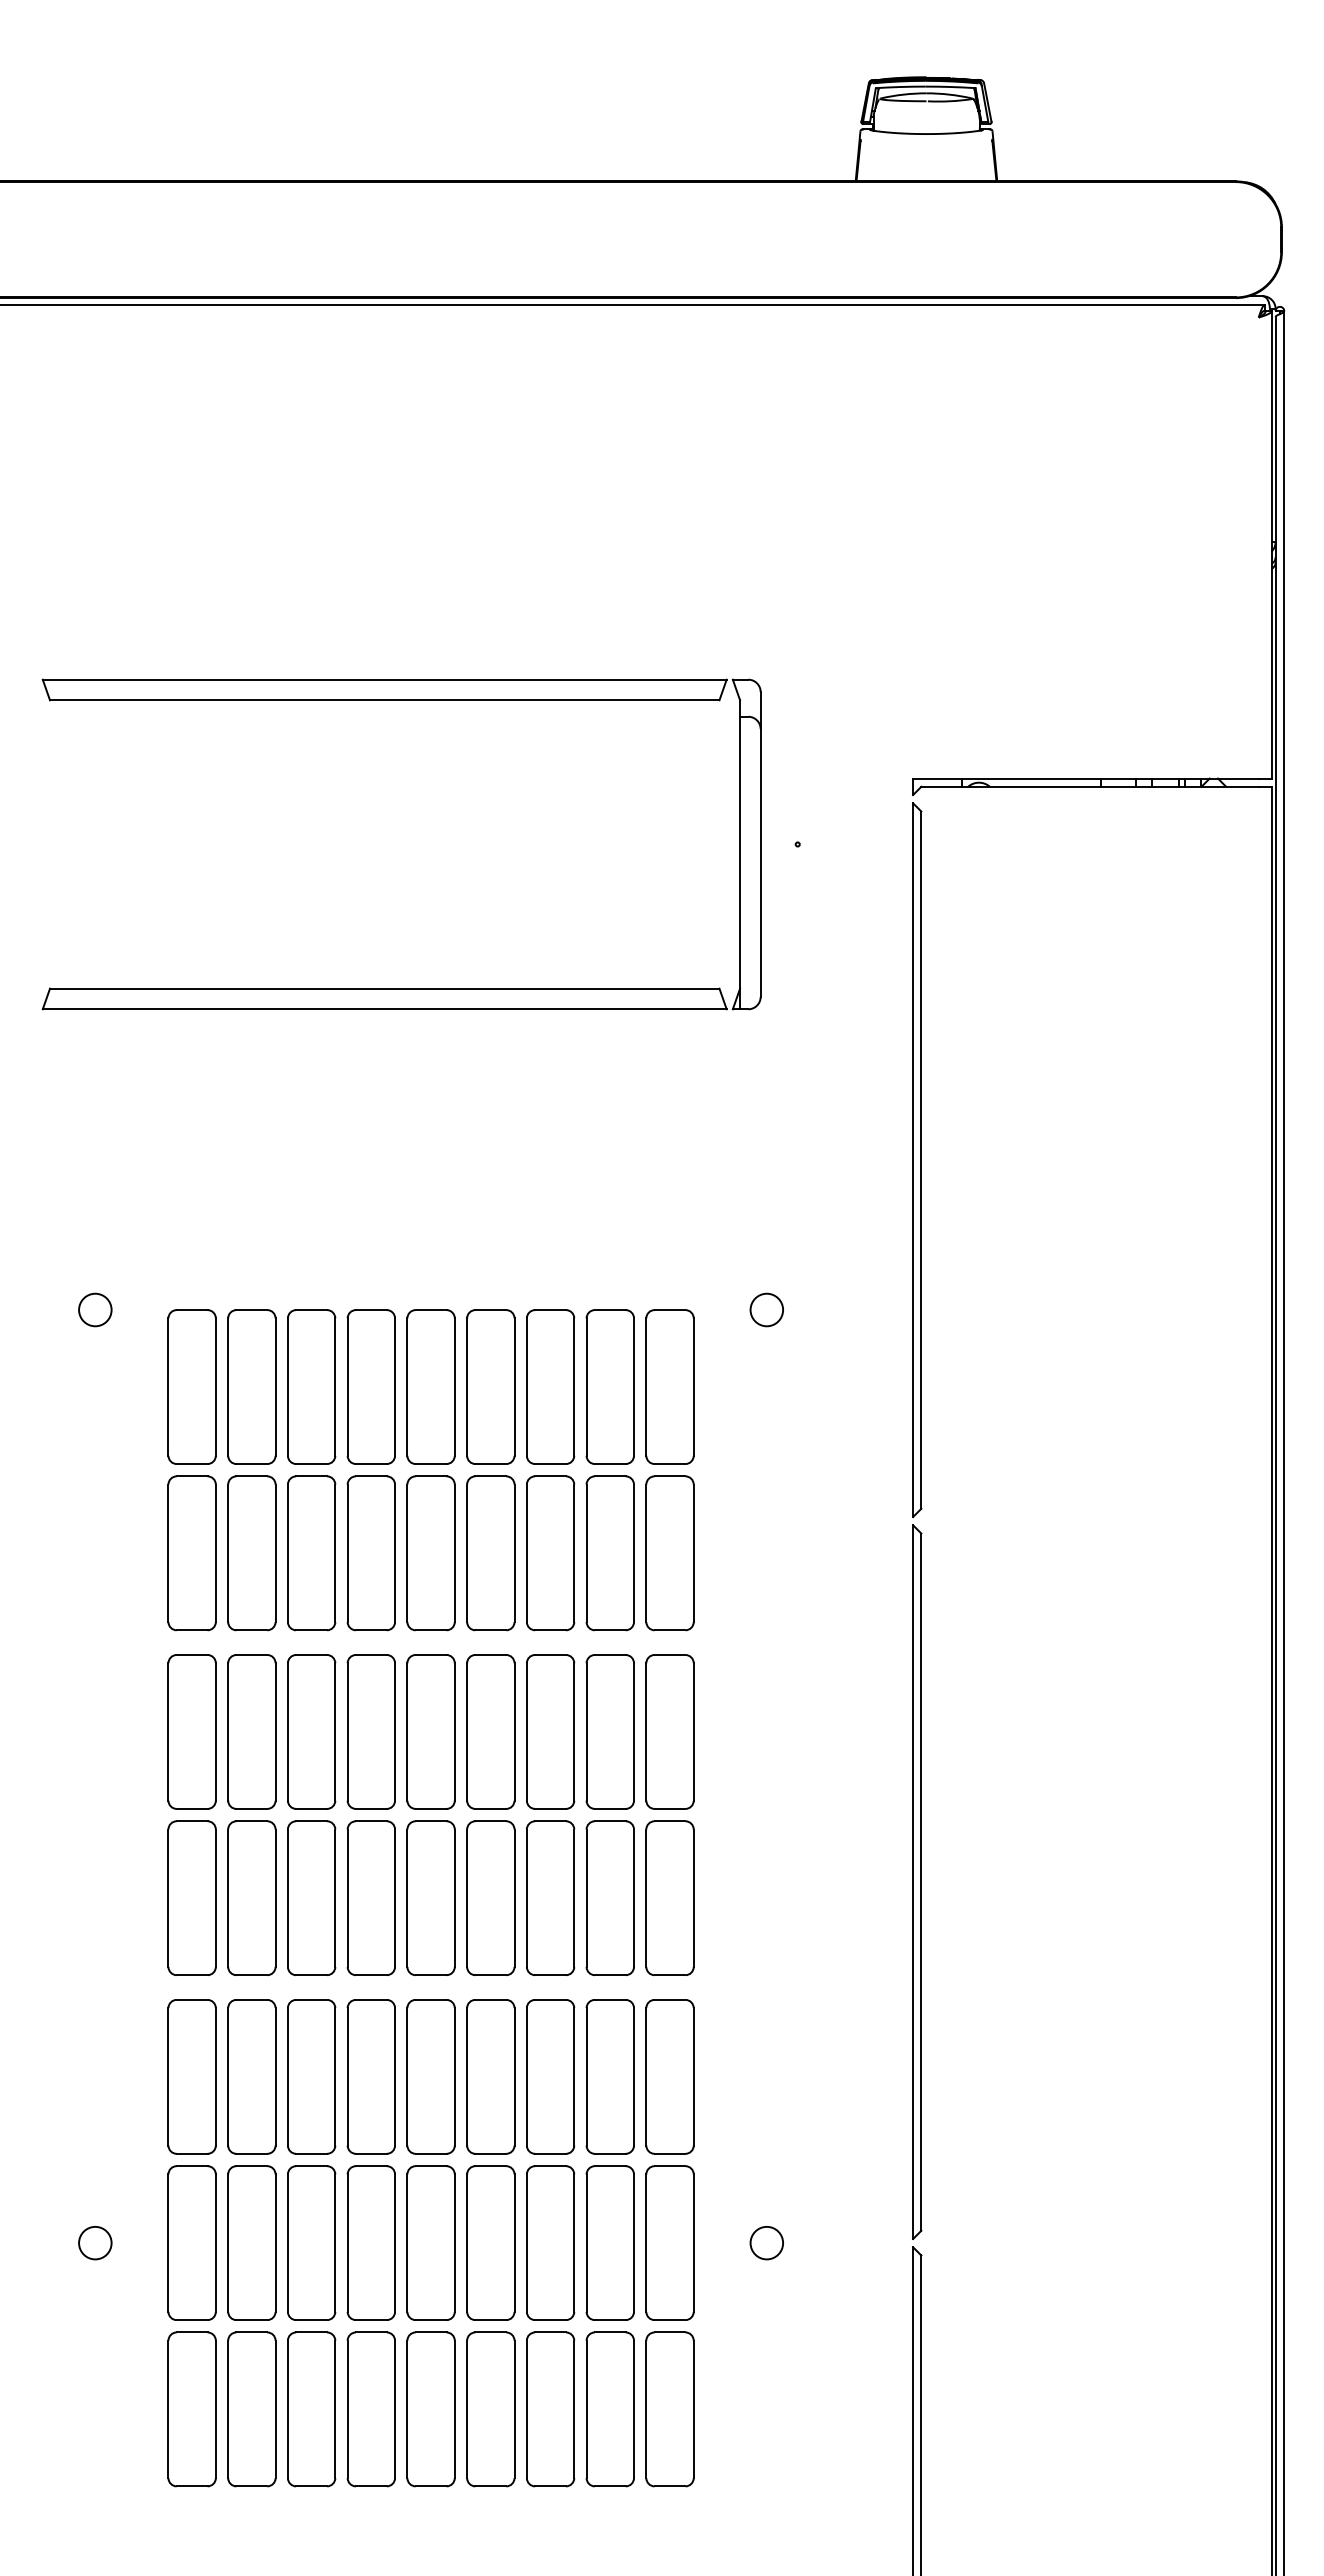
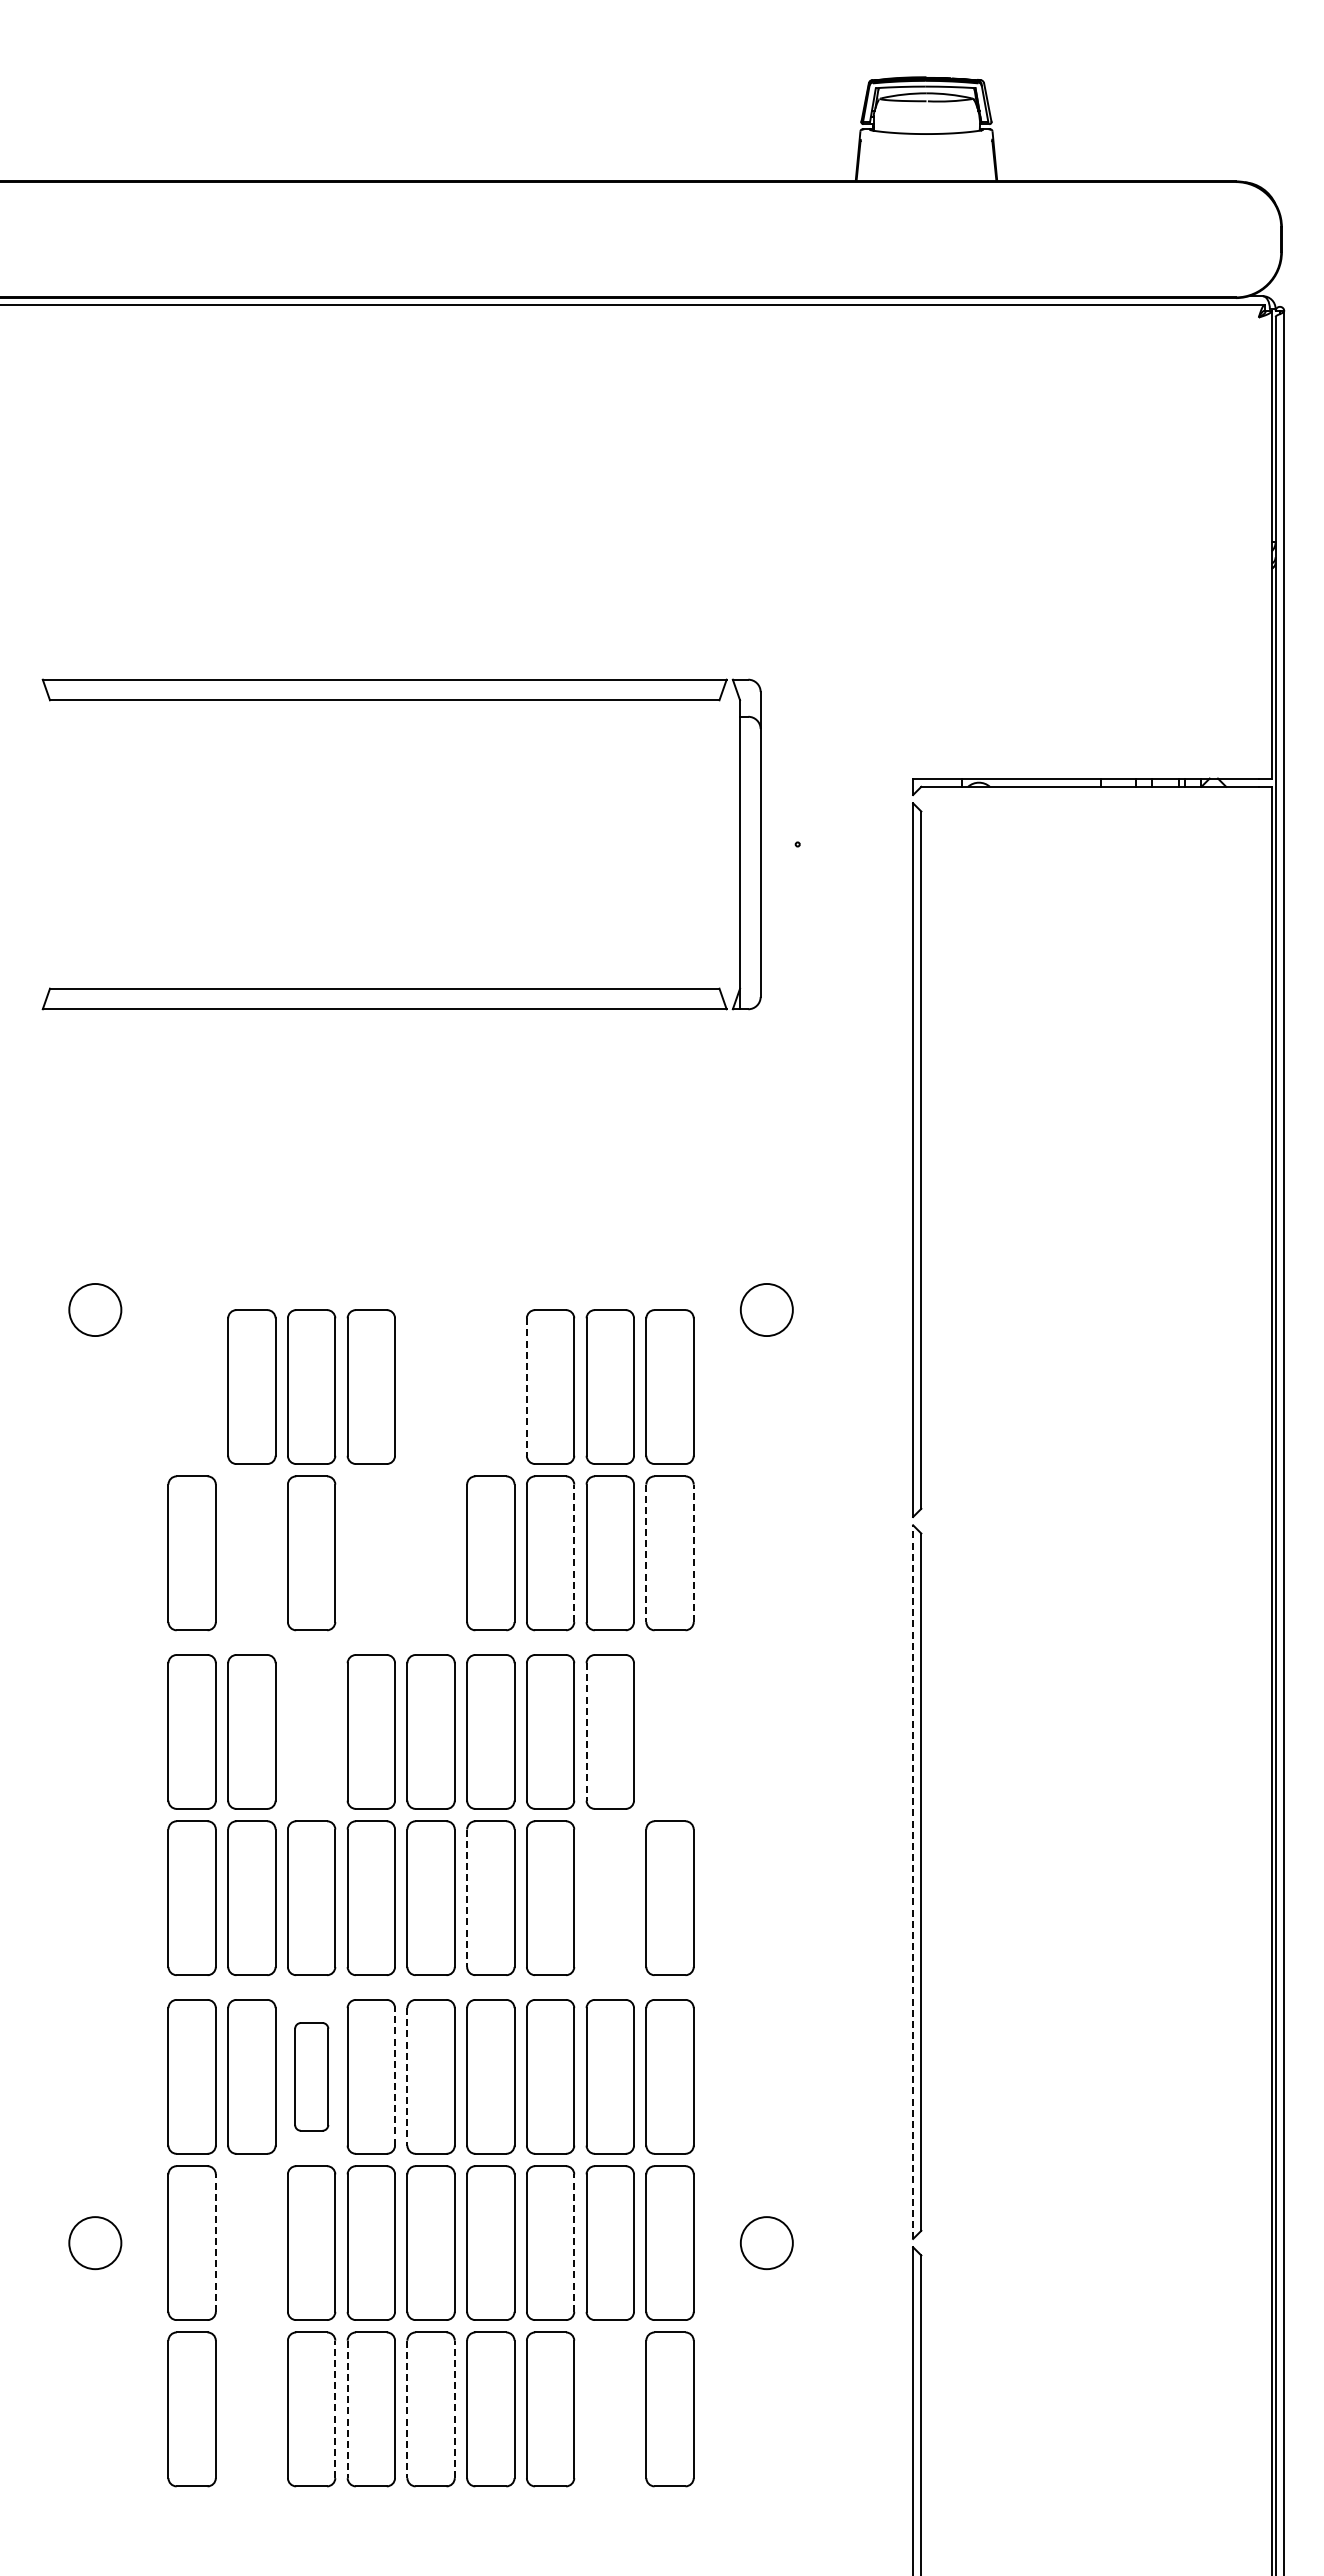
circle at (95, 1309) diameter: 33 px -> 52 px
circle at (766, 1309) diameter: 33 px -> 52 px
part at (191, 1386): present -> none
part at (430, 1386): present -> none
part at (490, 1386): present -> none
line at (526, 1387): solid -> dashed
part at (251, 1553): present -> none
part at (370, 1553): present -> none
part at (430, 1553): present -> none
line at (574, 1553): solid -> dashed
line at (646, 1553): solid -> dashed
line at (693, 1553): solid -> dashed
part at (311, 1731): present -> none
line at (586, 1731): solid -> dashed
part at (669, 1731): present -> none
line at (913, 1882): solid -> dashed
part at (609, 1897): present -> none
line at (467, 1898): solid -> dashed
part at (311, 2076) size: 50x156 px -> 36x110 px
line at (395, 2076): solid -> dashed
line at (407, 2076): solid -> dashed
circle at (95, 2242) diameter: 33 px -> 52 px
part at (251, 2242): present -> none
circle at (766, 2242) diameter: 33 px -> 52 px
line at (215, 2243): solid -> dashed
line at (574, 2243): solid -> dashed
part at (251, 2409): present -> none
line at (335, 2409): solid -> dashed
line at (347, 2409): solid -> dashed
line at (407, 2409): solid -> dashed
line at (454, 2409): solid -> dashed
part at (609, 2409): present -> none
